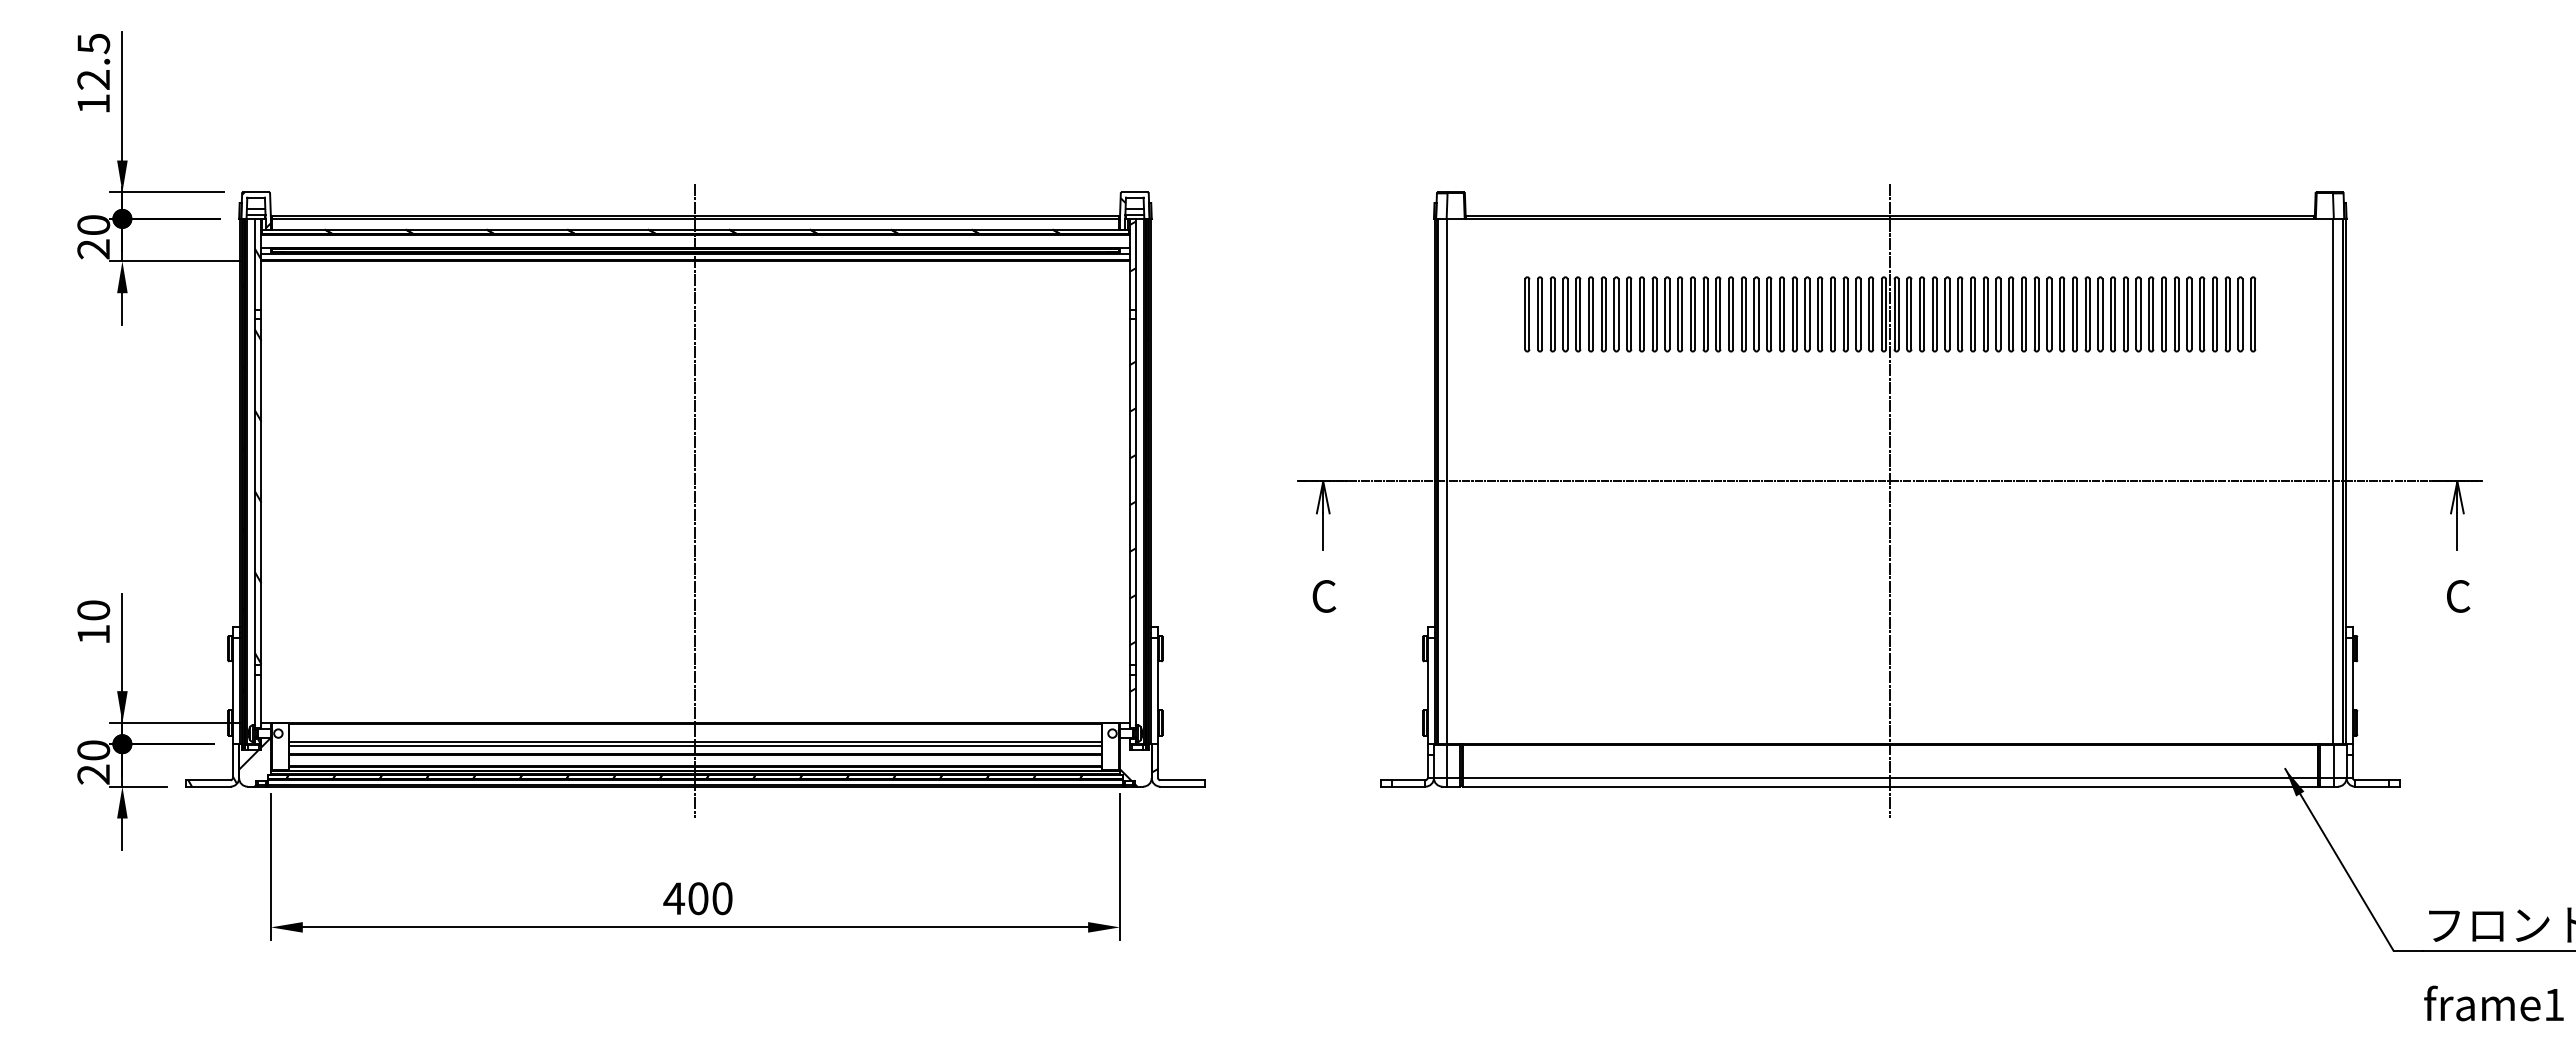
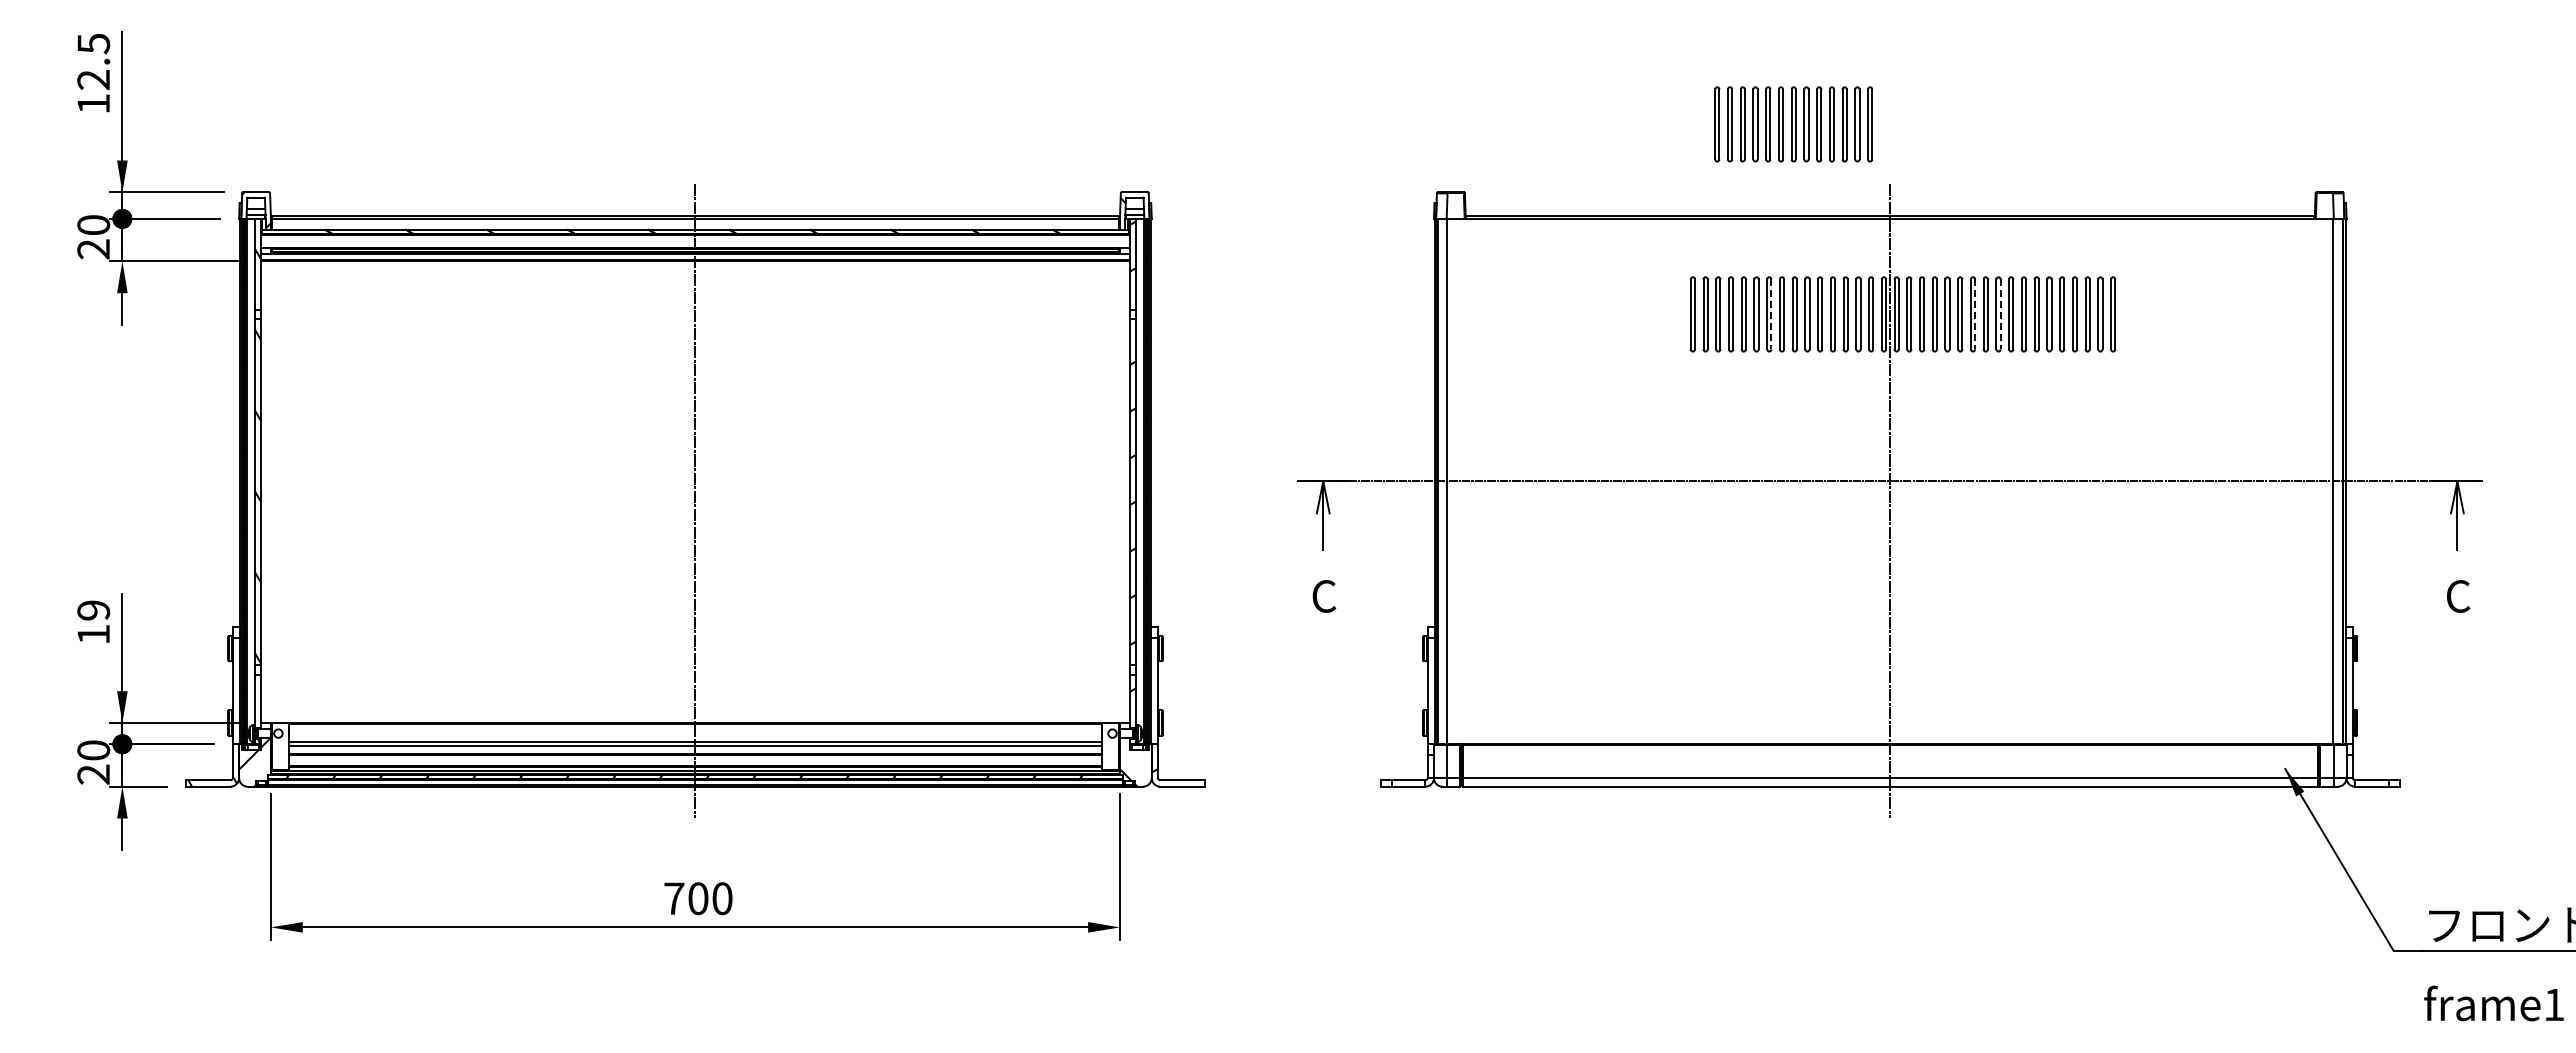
part at (1603, 314) position: (1603, 314) -> (1793, 124)
line at (1771, 314): solid -> dashed
line at (1975, 314): solid -> dashed
line at (2000, 314): solid -> dashed
part at (2189, 314): present -> none
text at (93, 610): 10 -> 19
text at (674, 898): 400 -> 700
